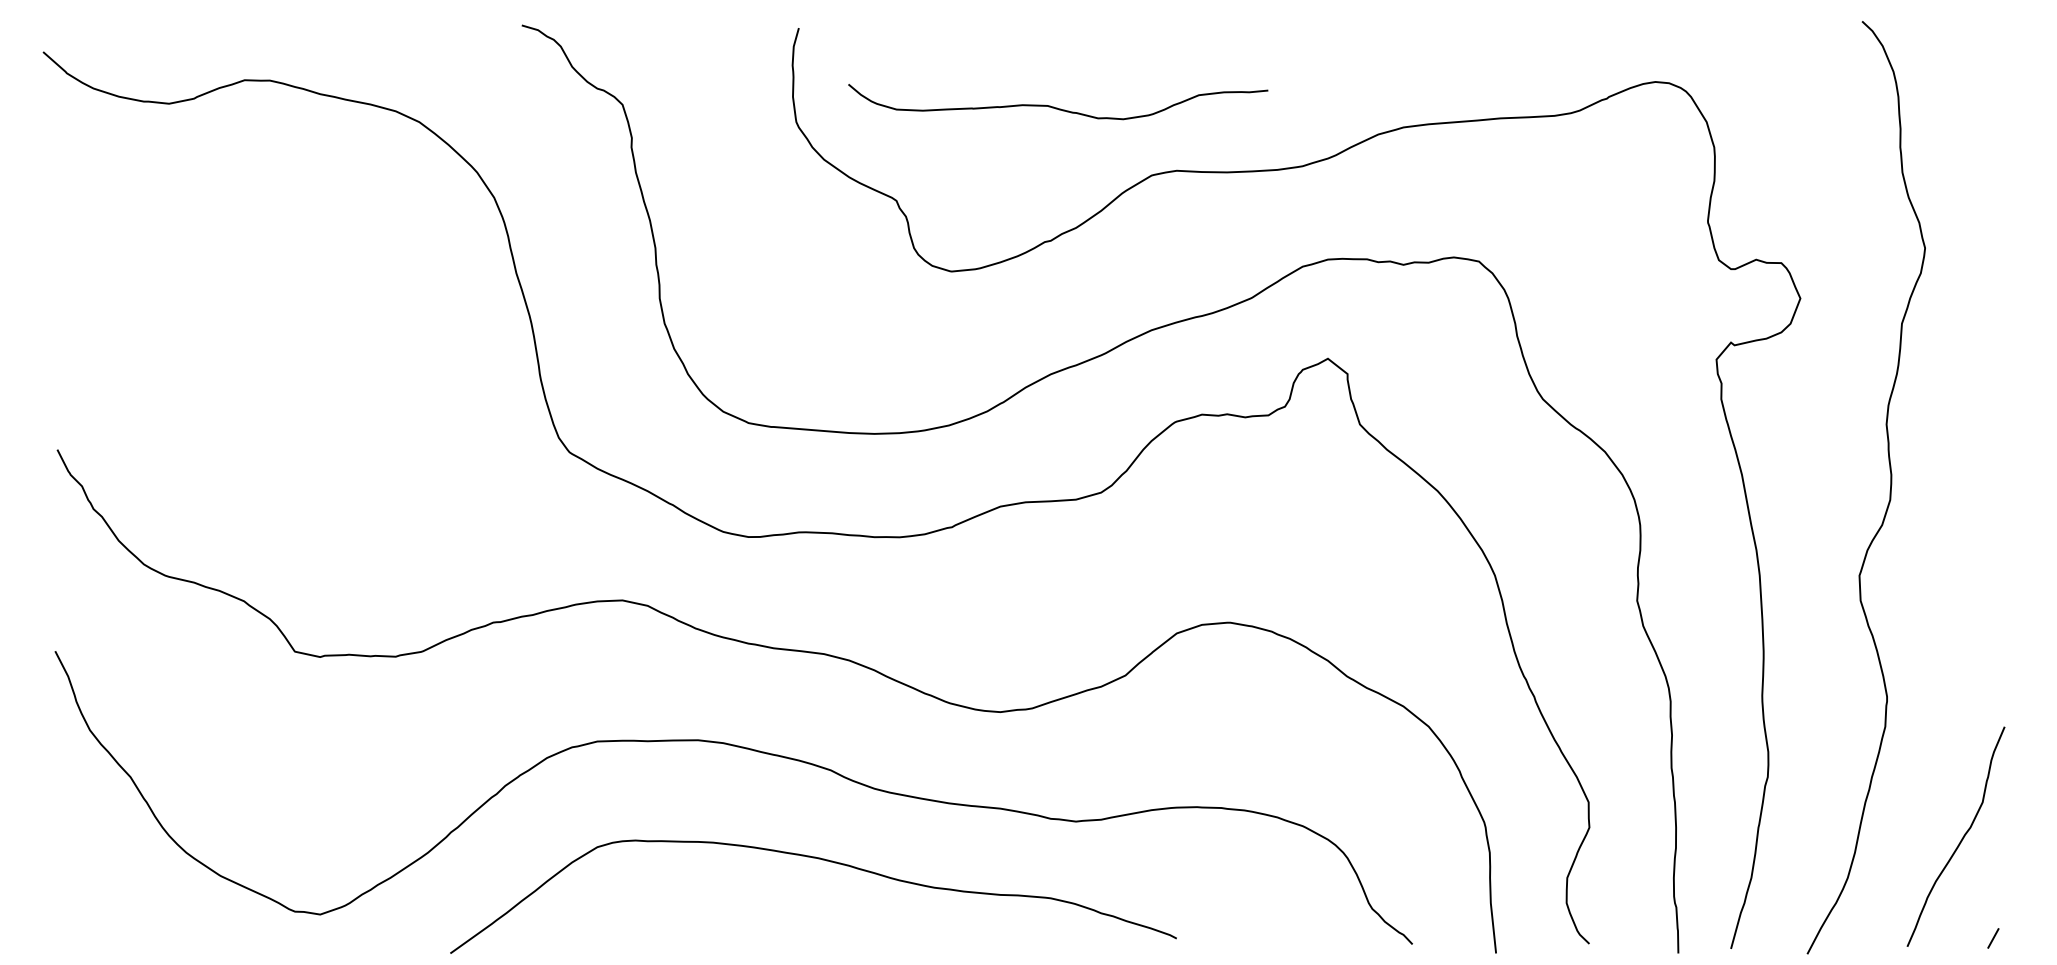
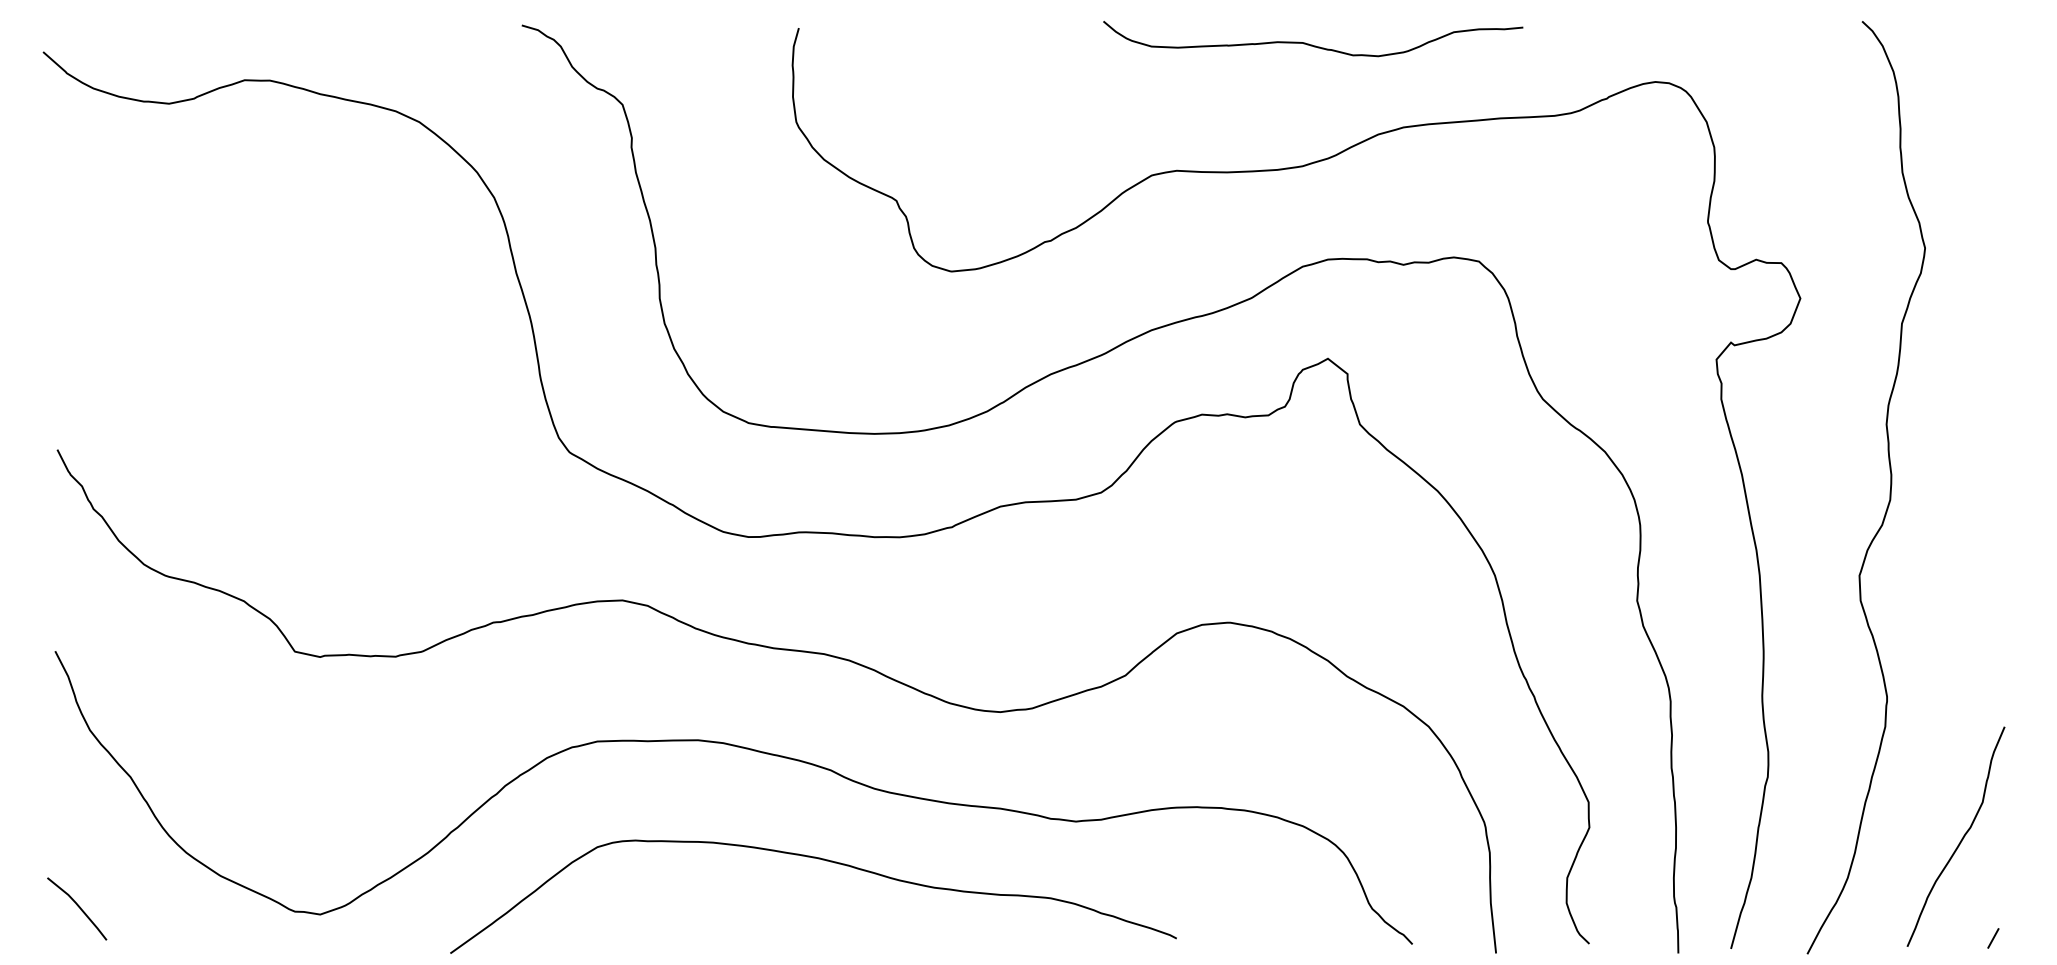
curve at (1057, 107) position: (1057, 107) -> (1312, 44)
line at (78, 907): none -> present
